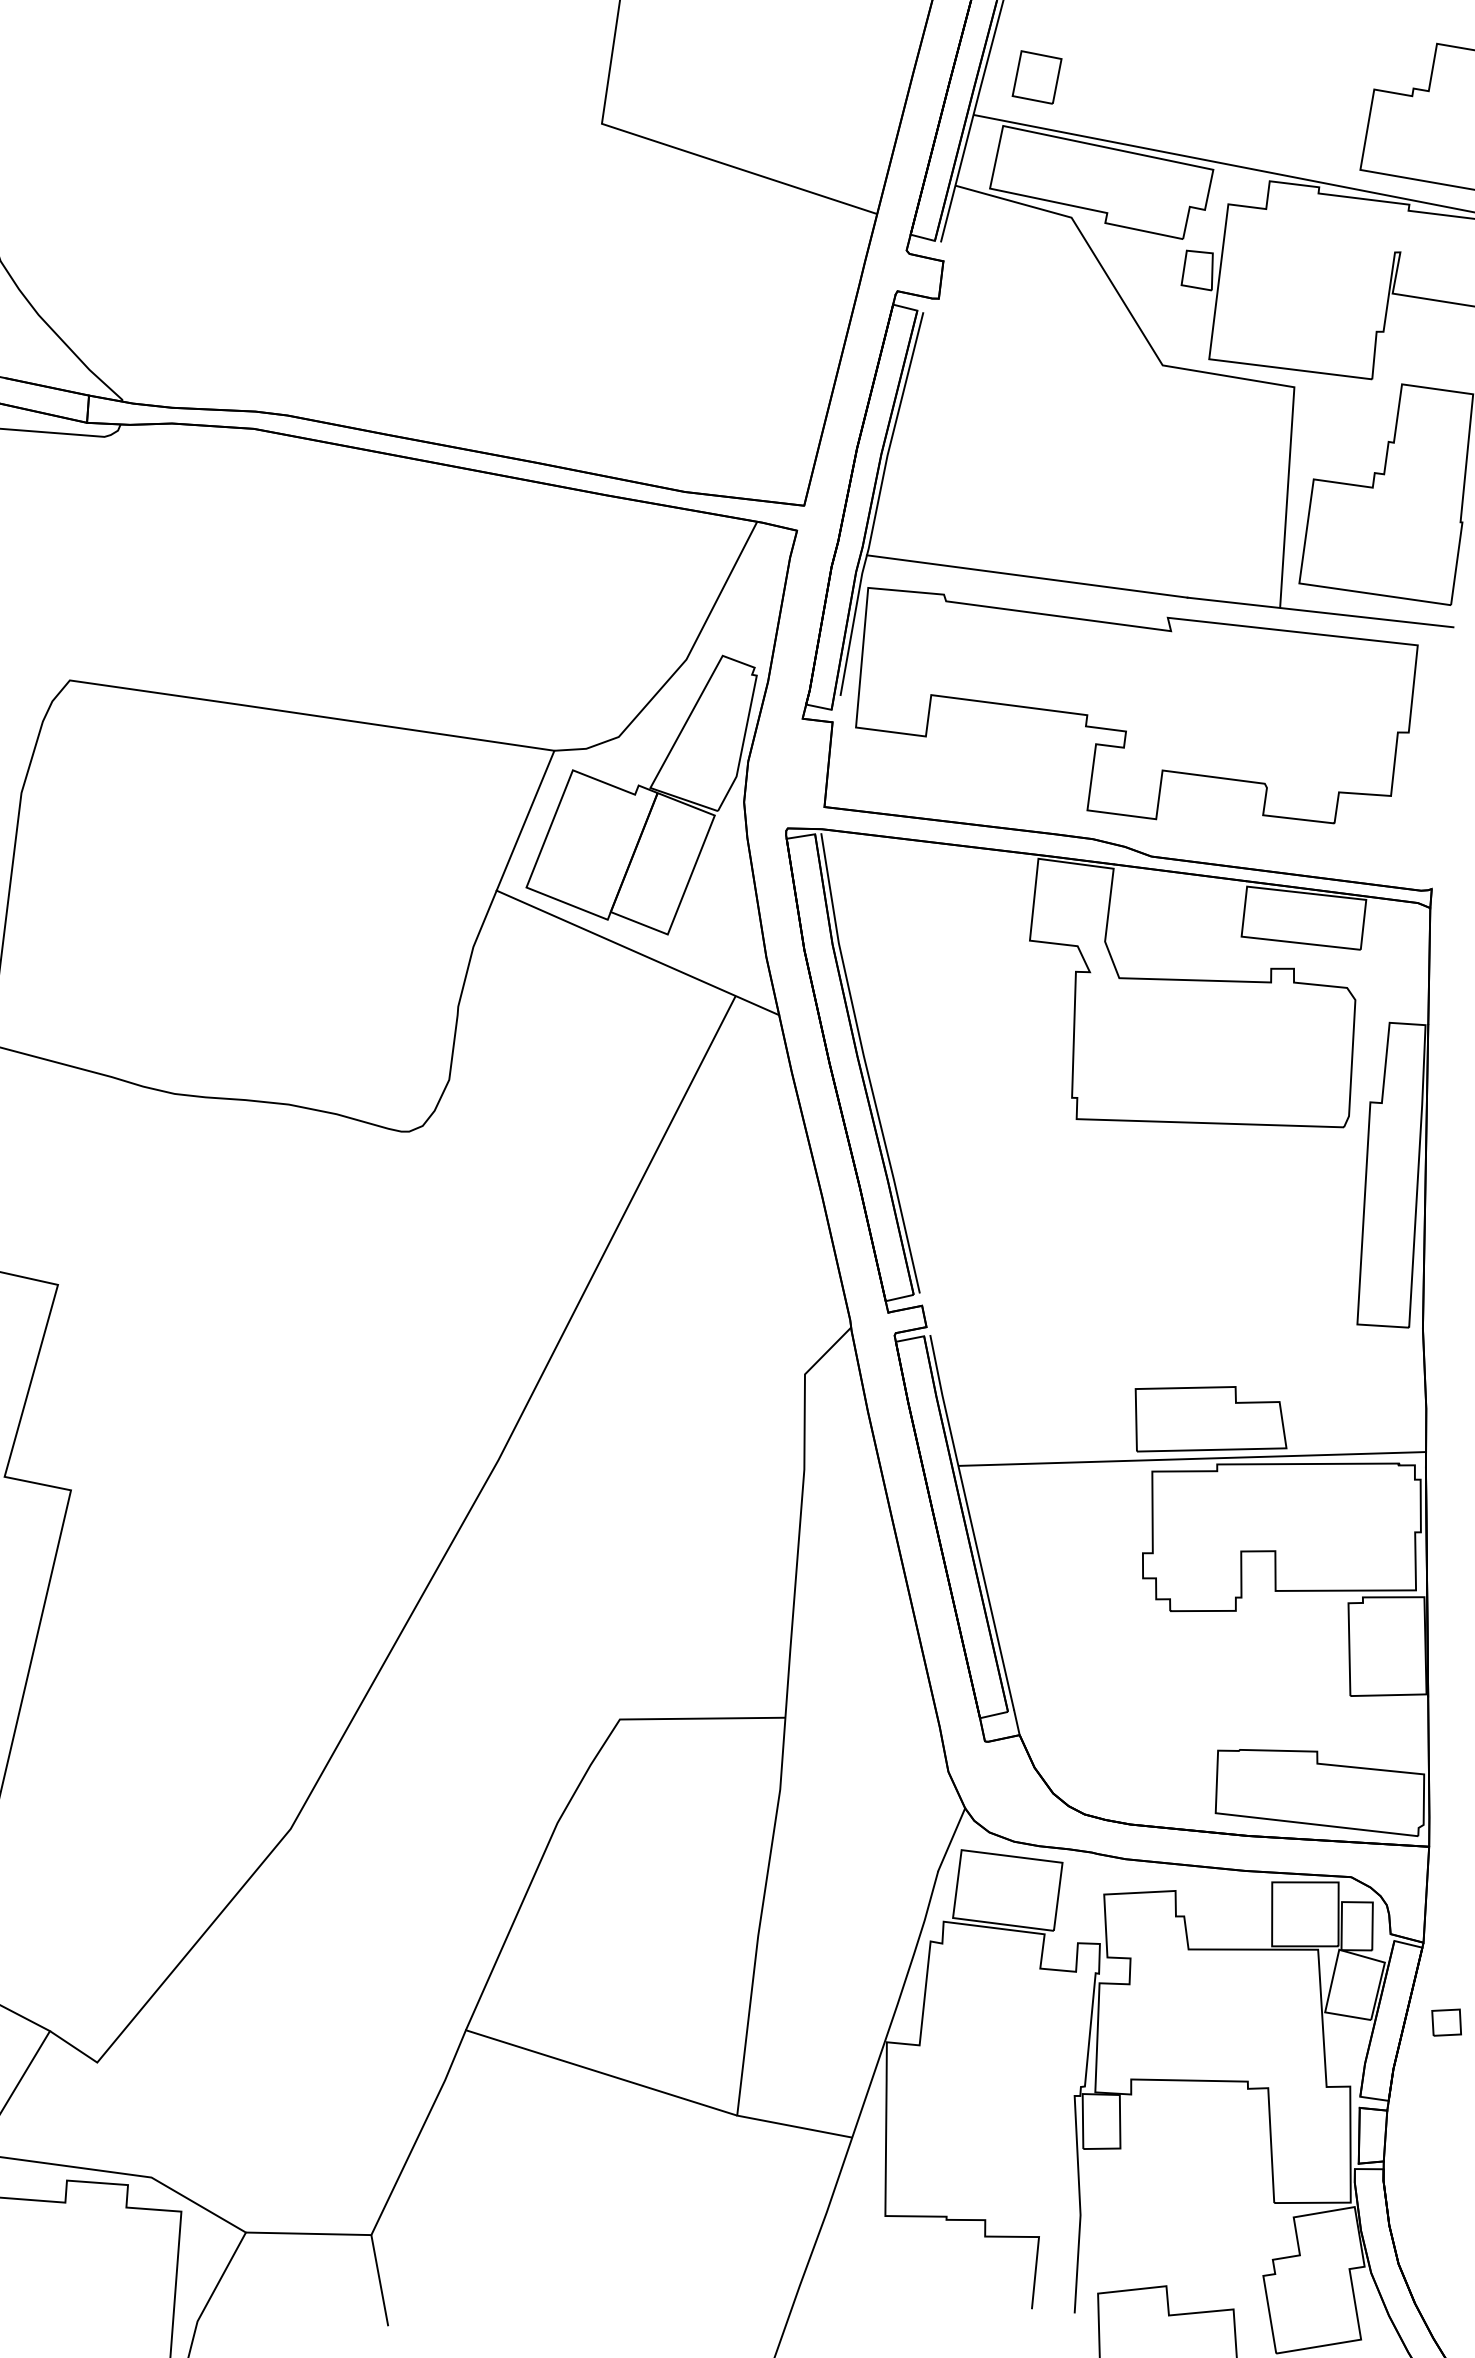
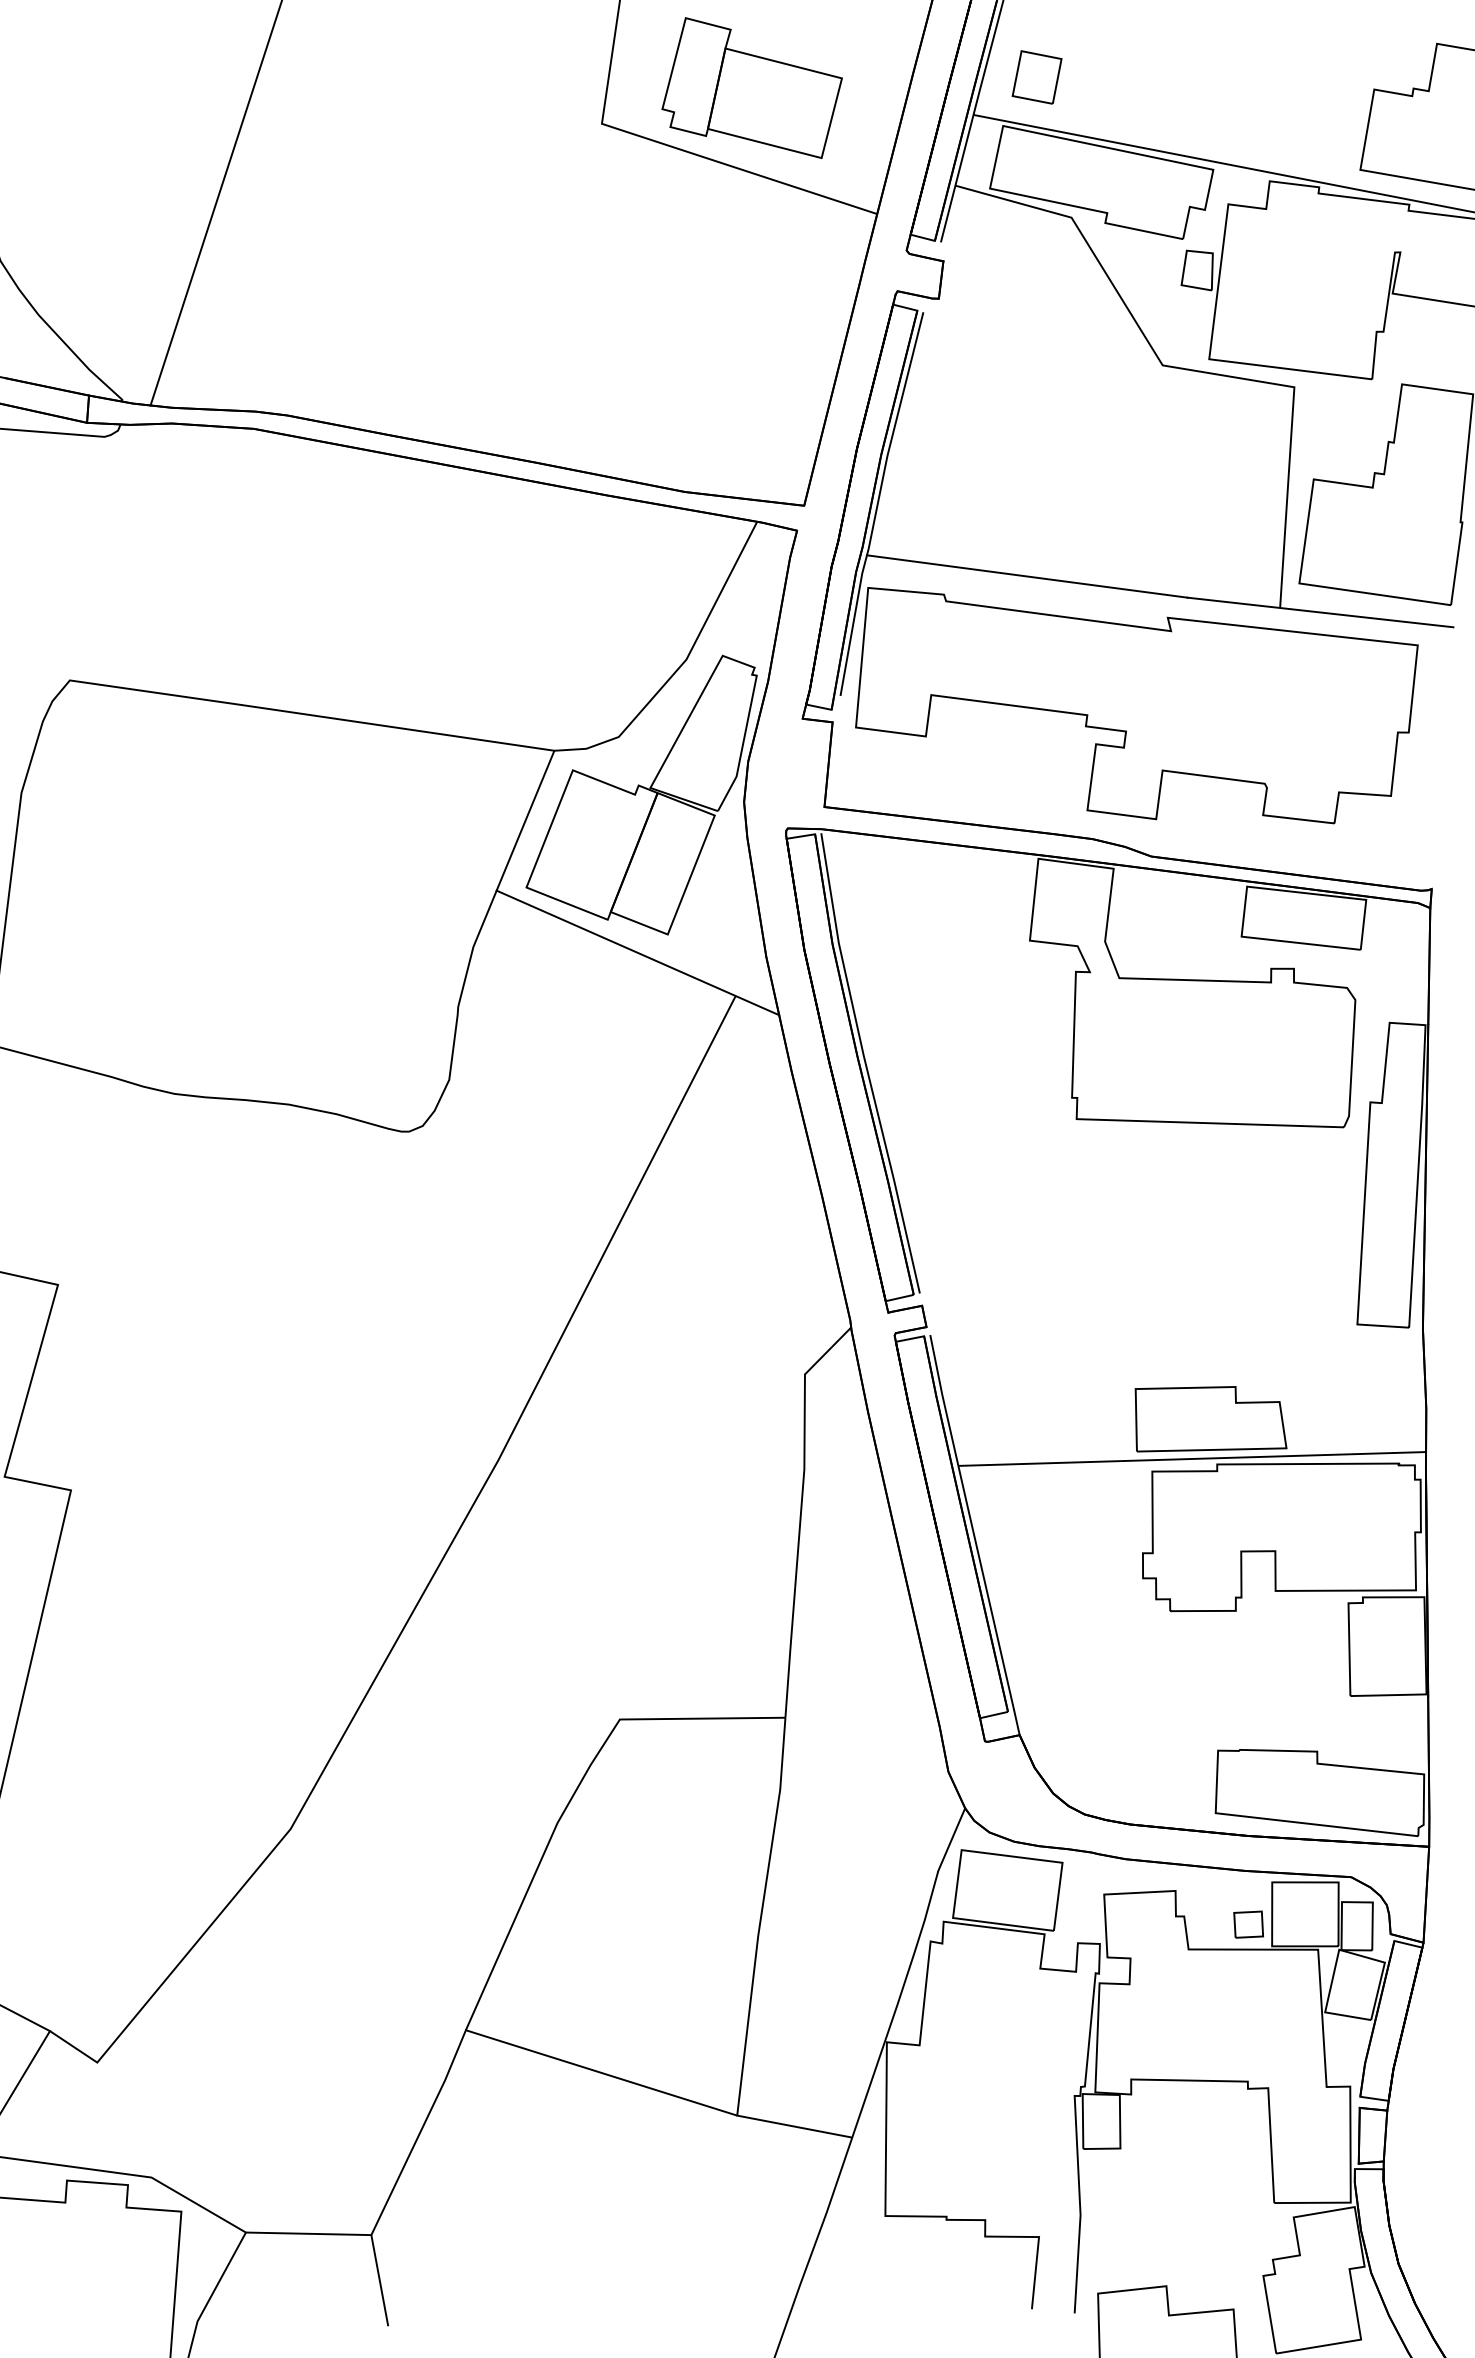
part at (751, 87): none -> present
line at (215, 203): none -> present
part at (1446, 2022) position: (1446, 2022) -> (1248, 1924)
